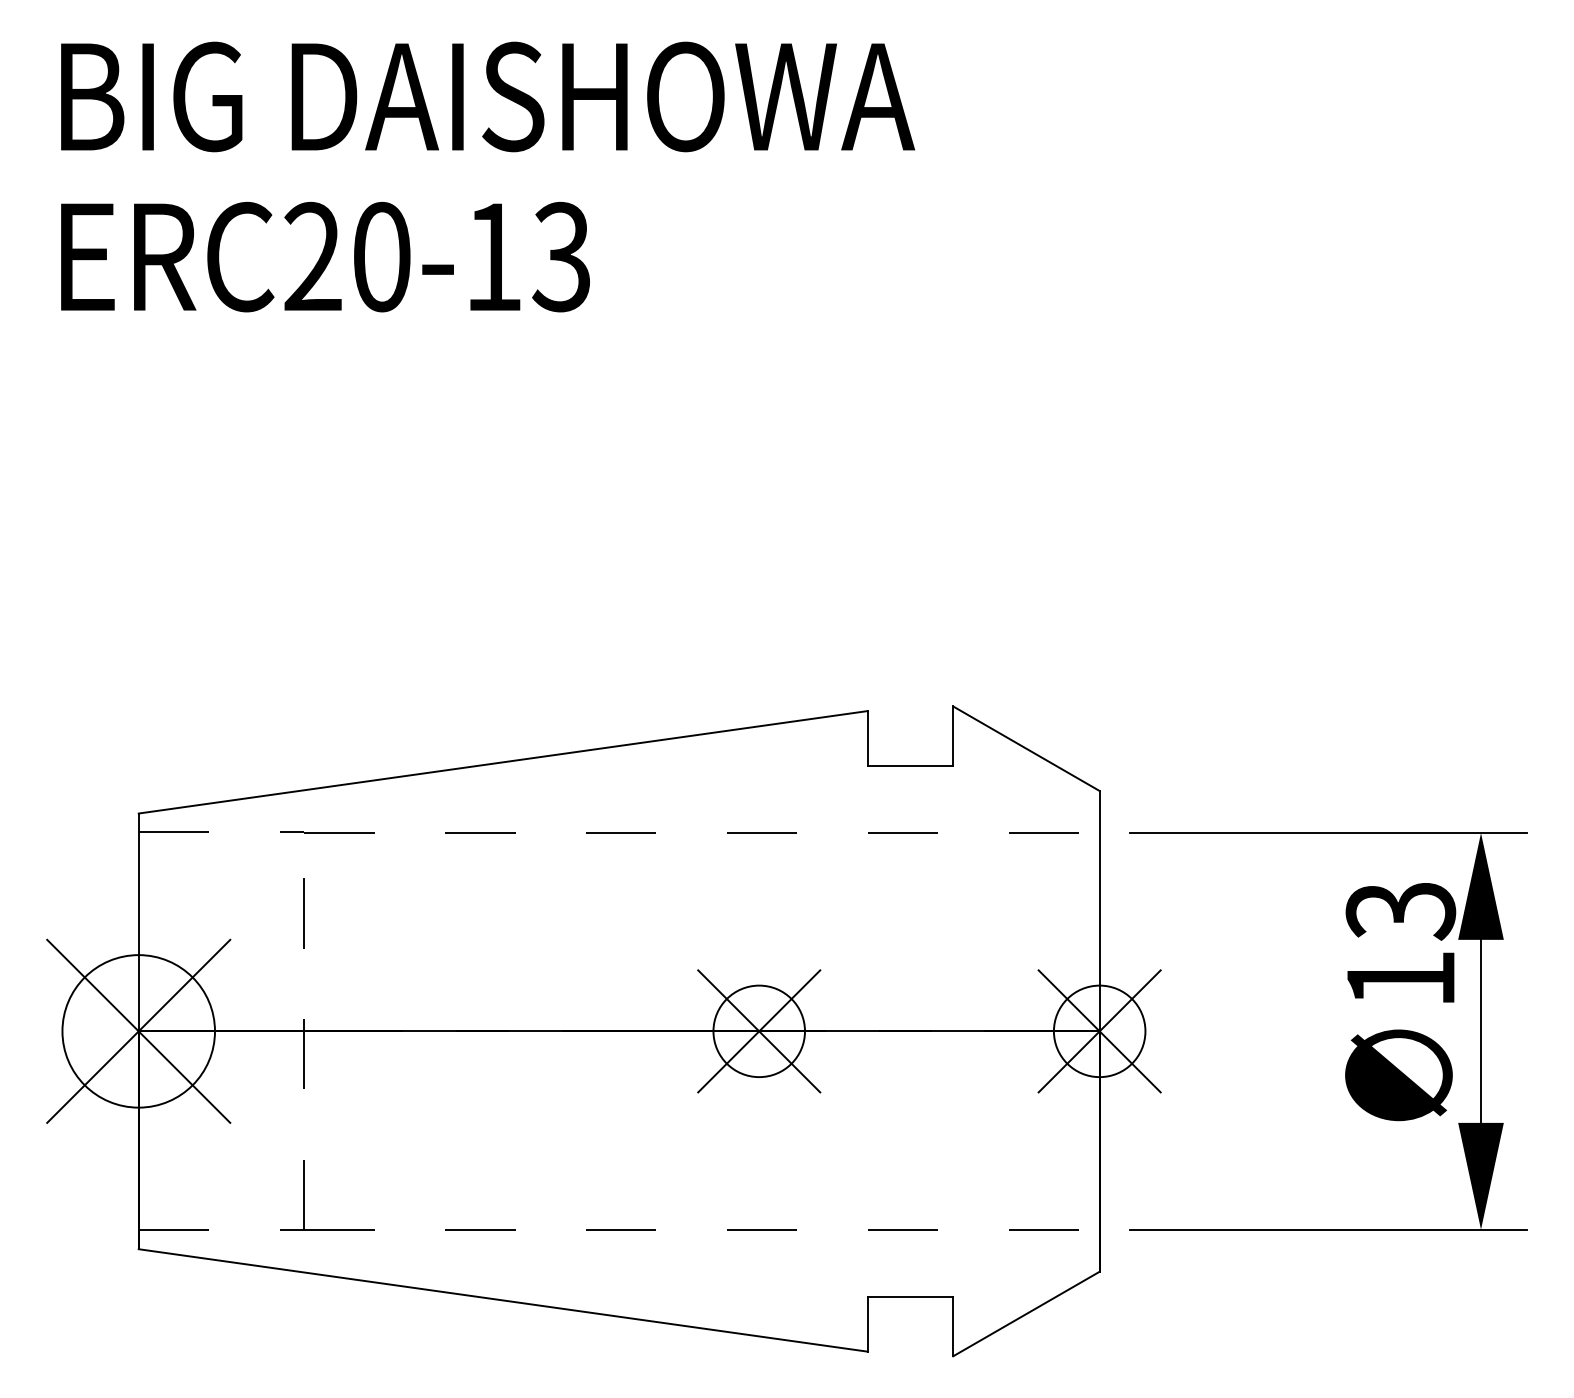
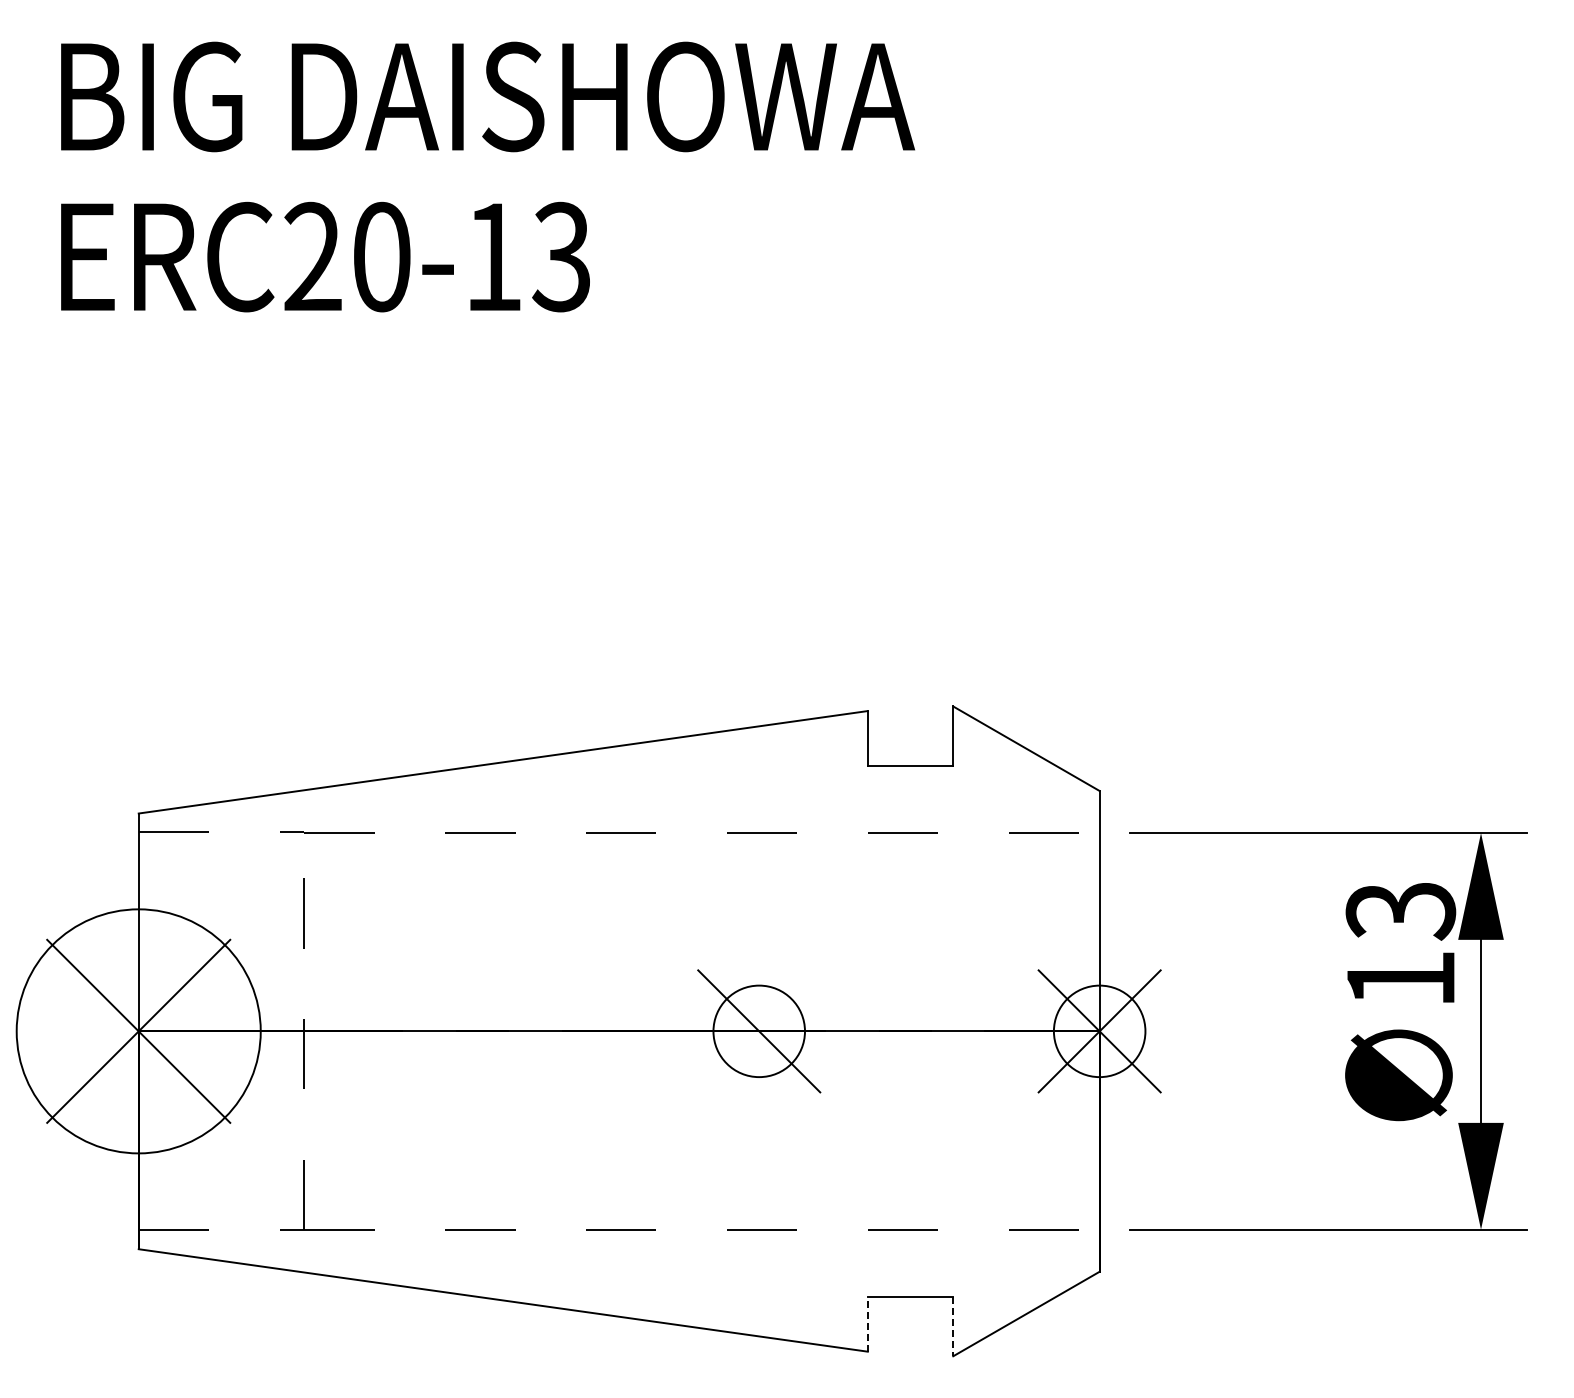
circle at (138, 1031) diameter: 153 px -> 244 px
line at (759, 1031): present -> none
line at (867, 1323): solid -> dashed
line at (953, 1326): solid -> dashed
